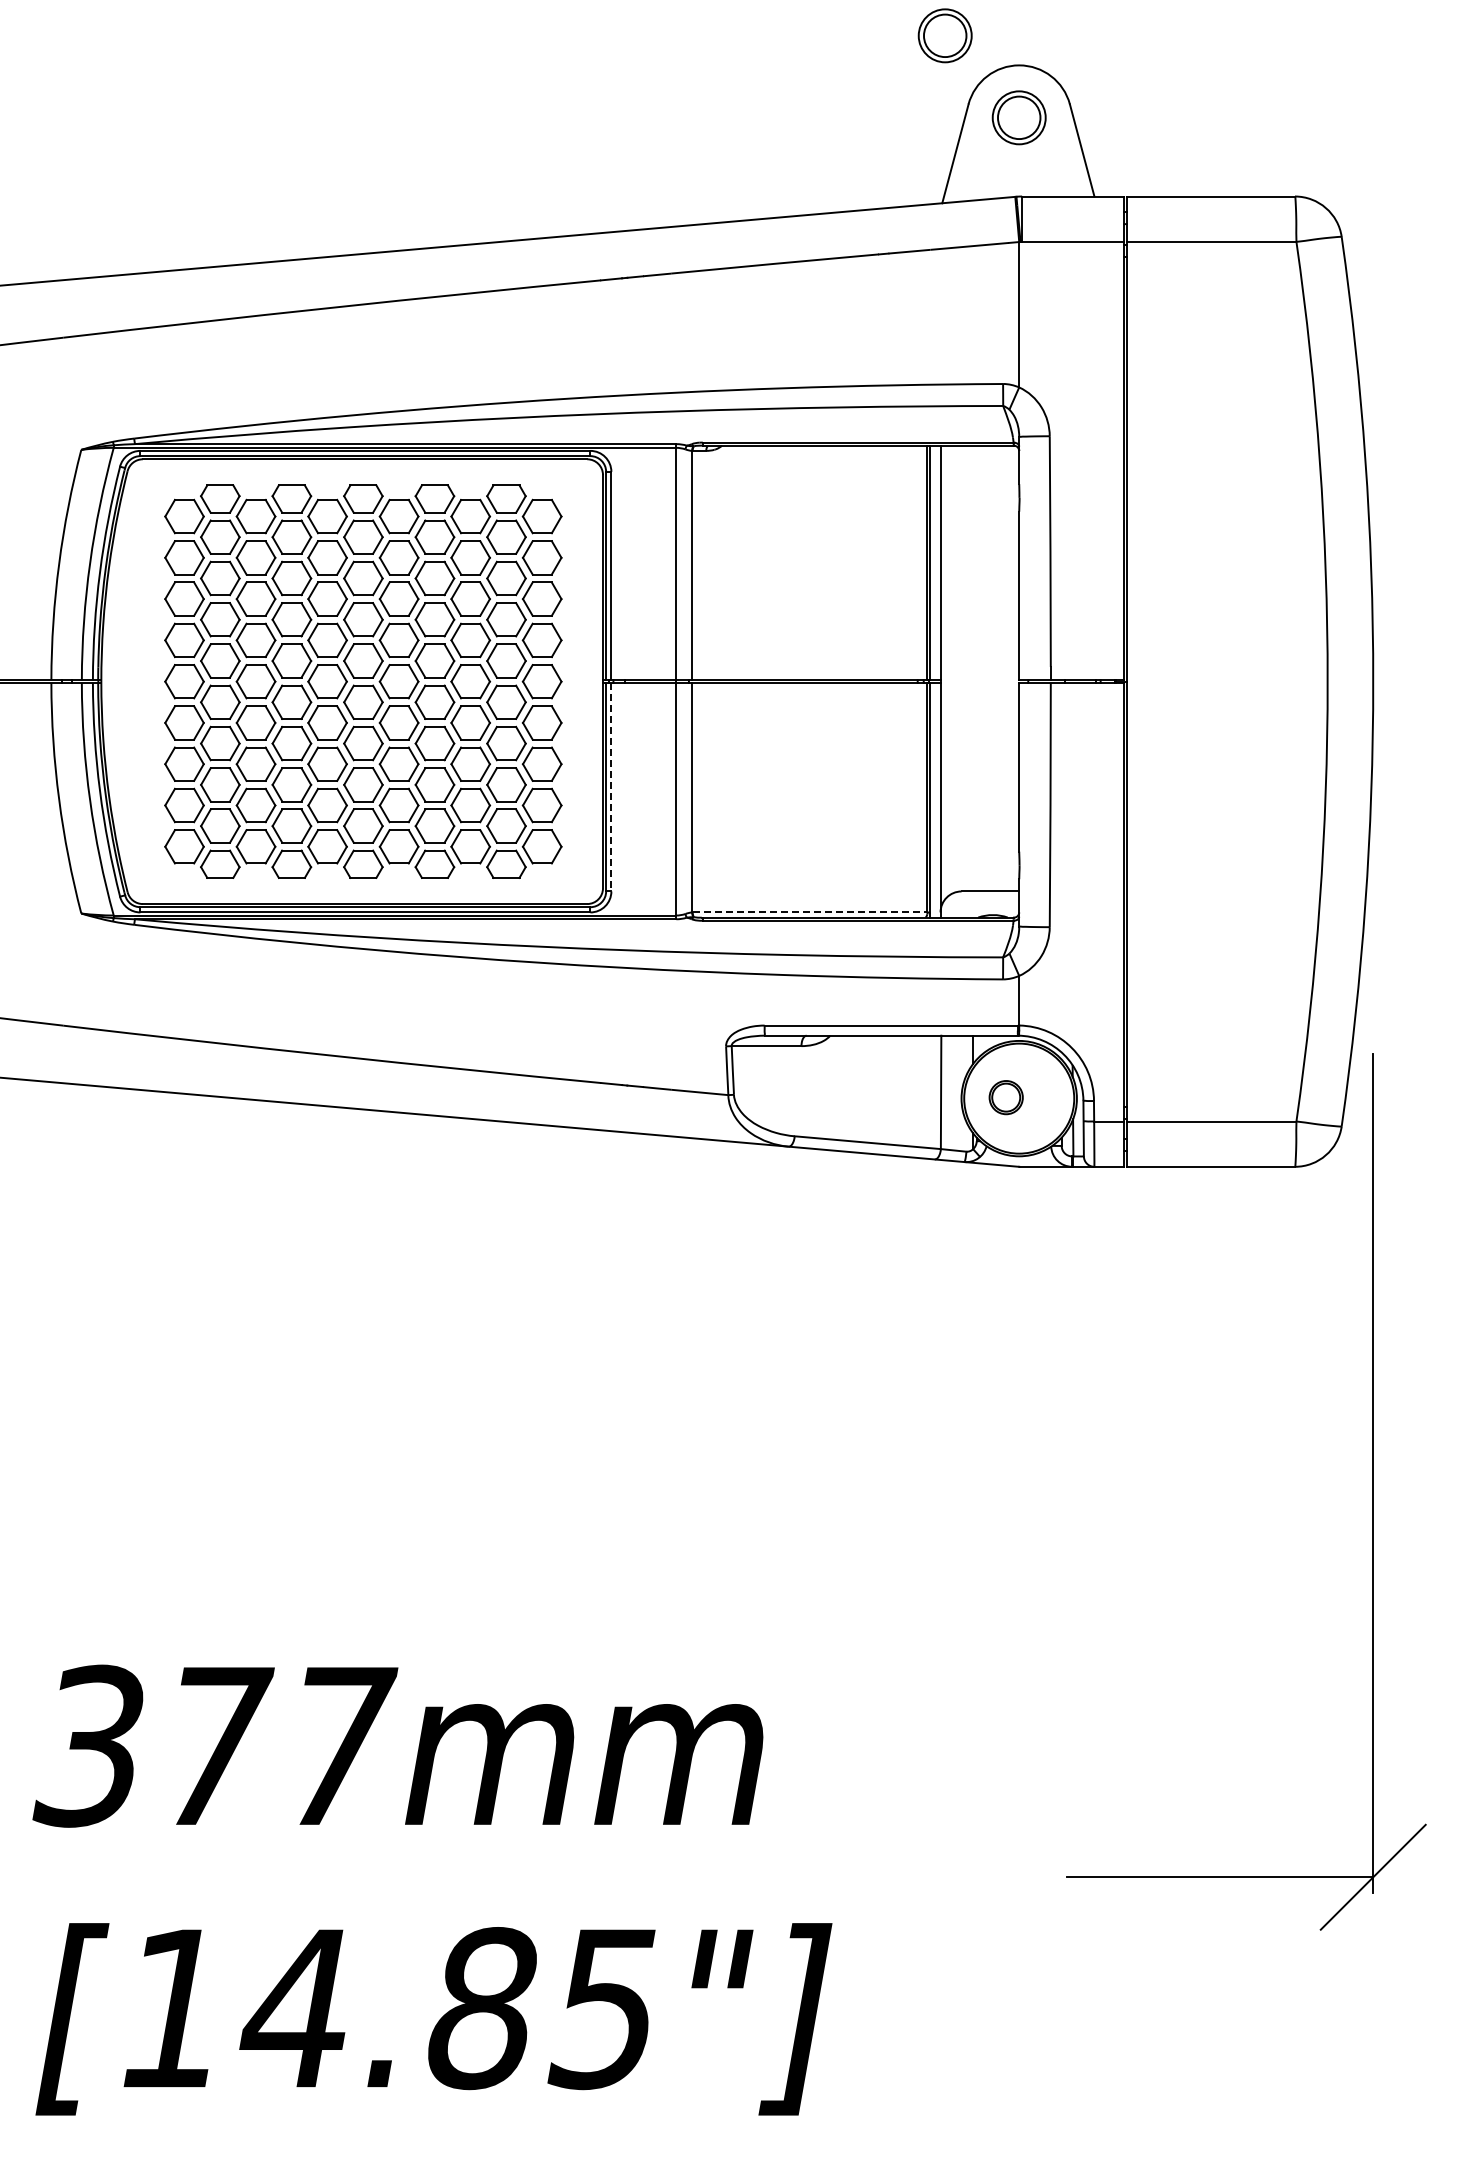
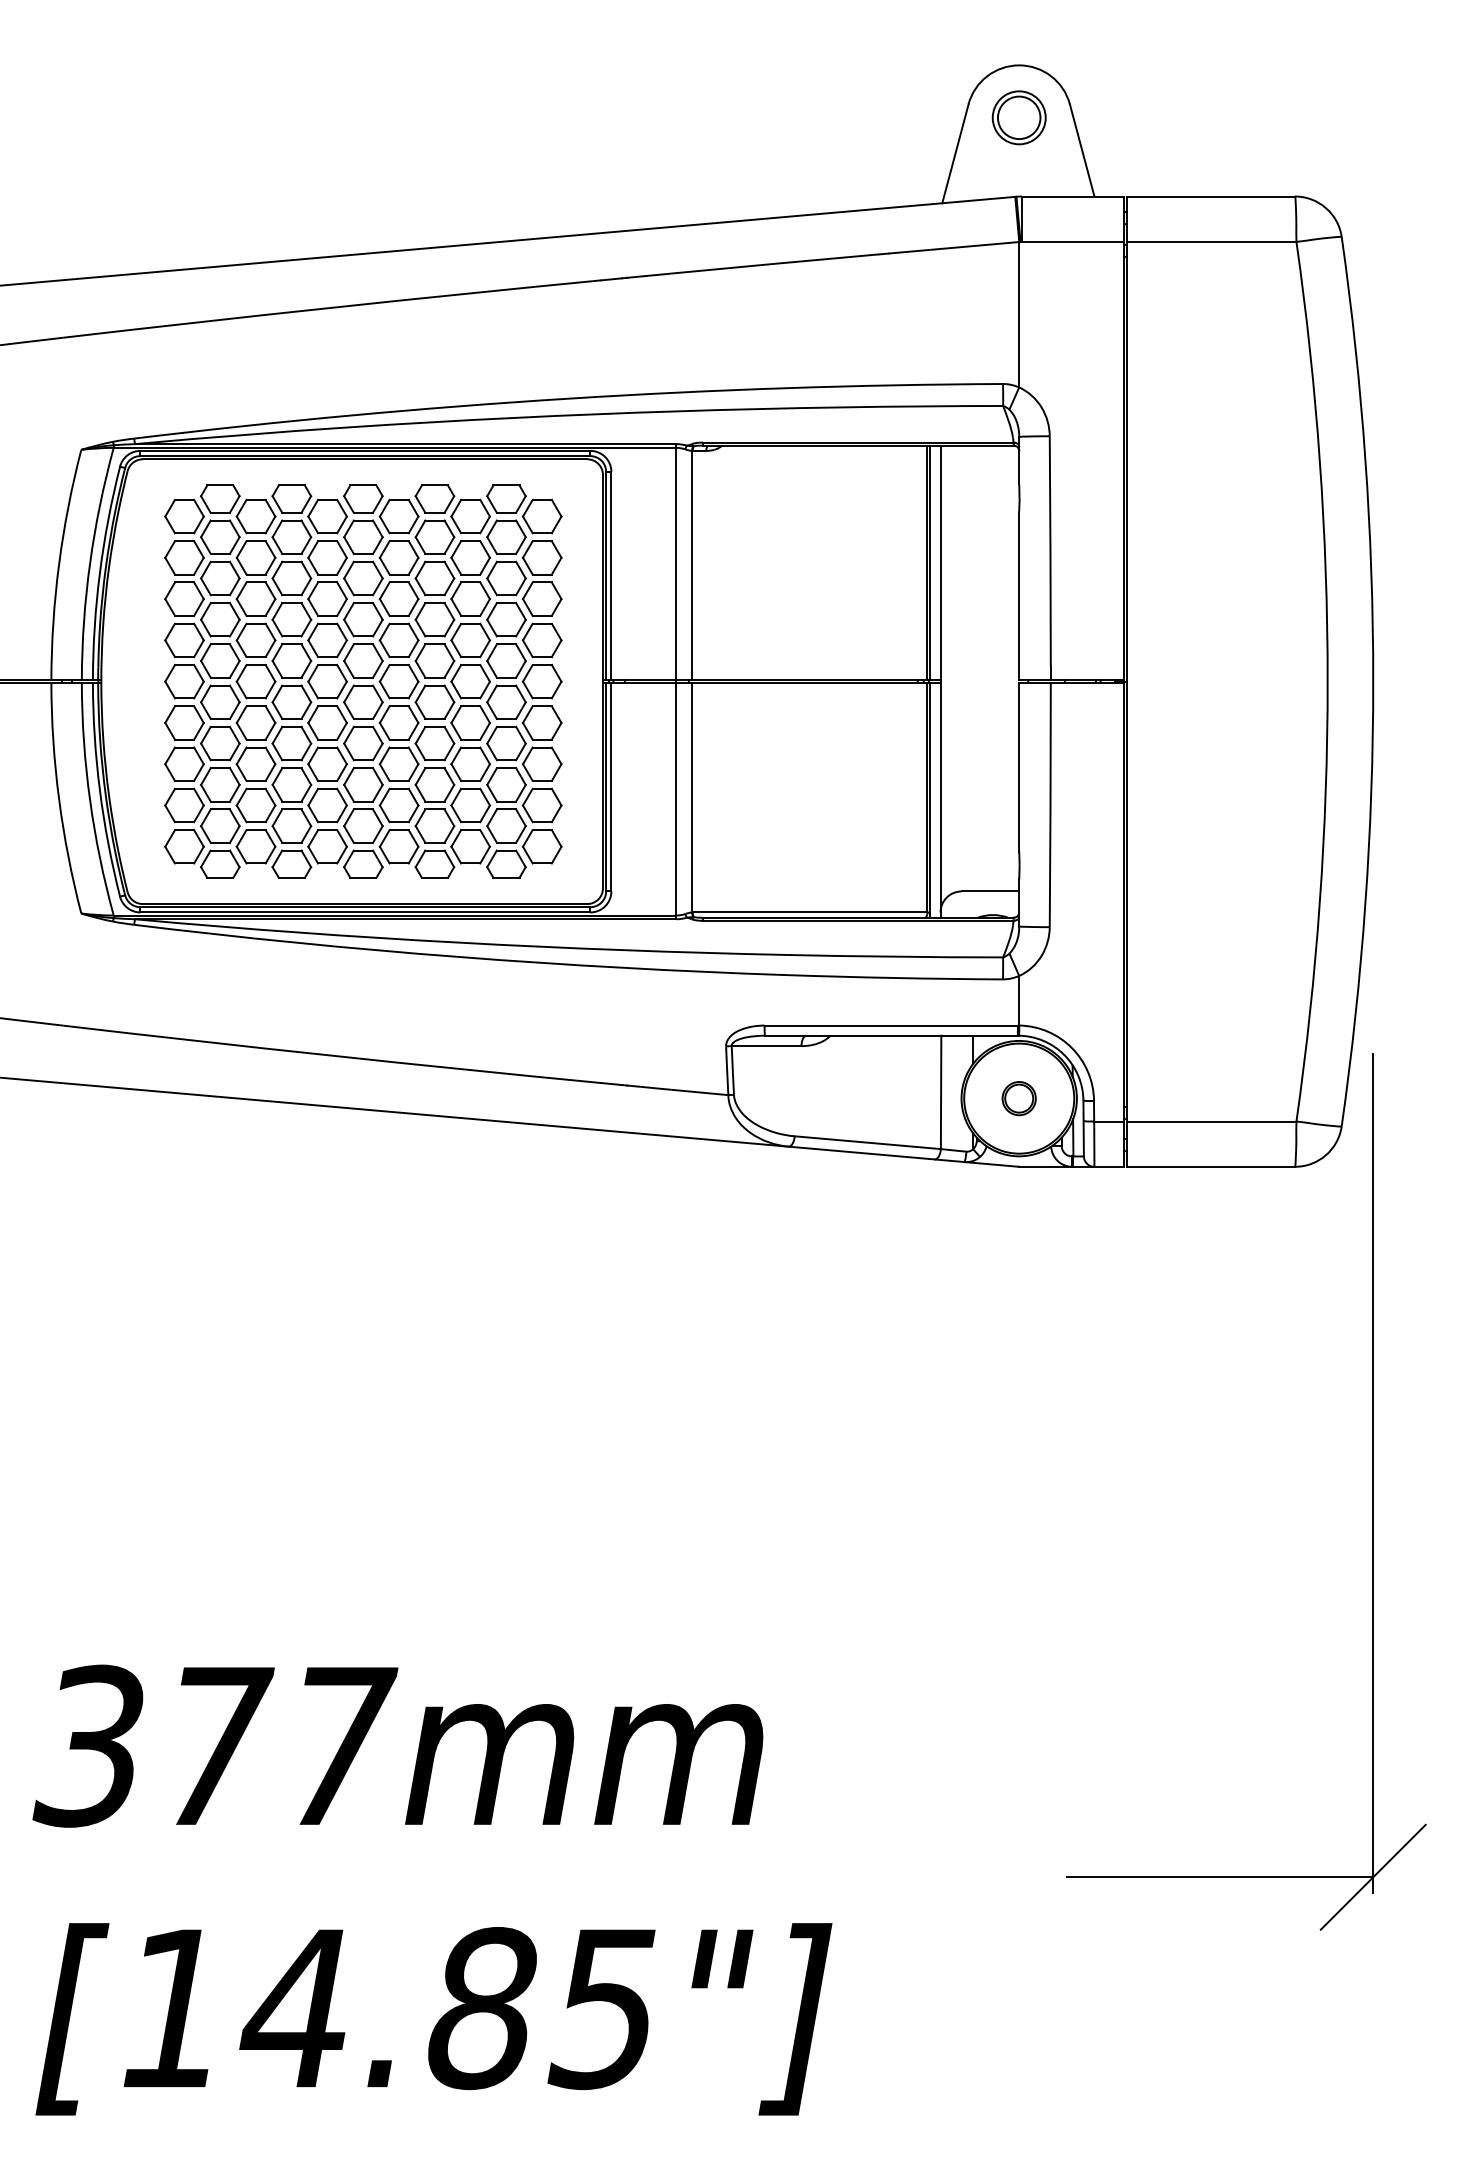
part at (944, 35): present -> none
line at (611, 787): dashed -> solid
line at (810, 912): dashed -> solid
part at (1005, 1097) position: (1005, 1097) -> (1018, 1098)
